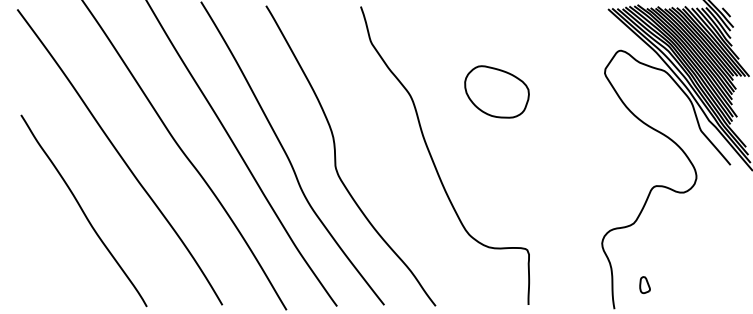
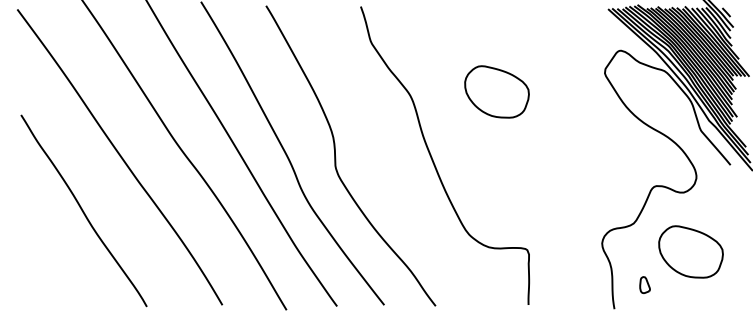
part at (690, 251): none -> present
